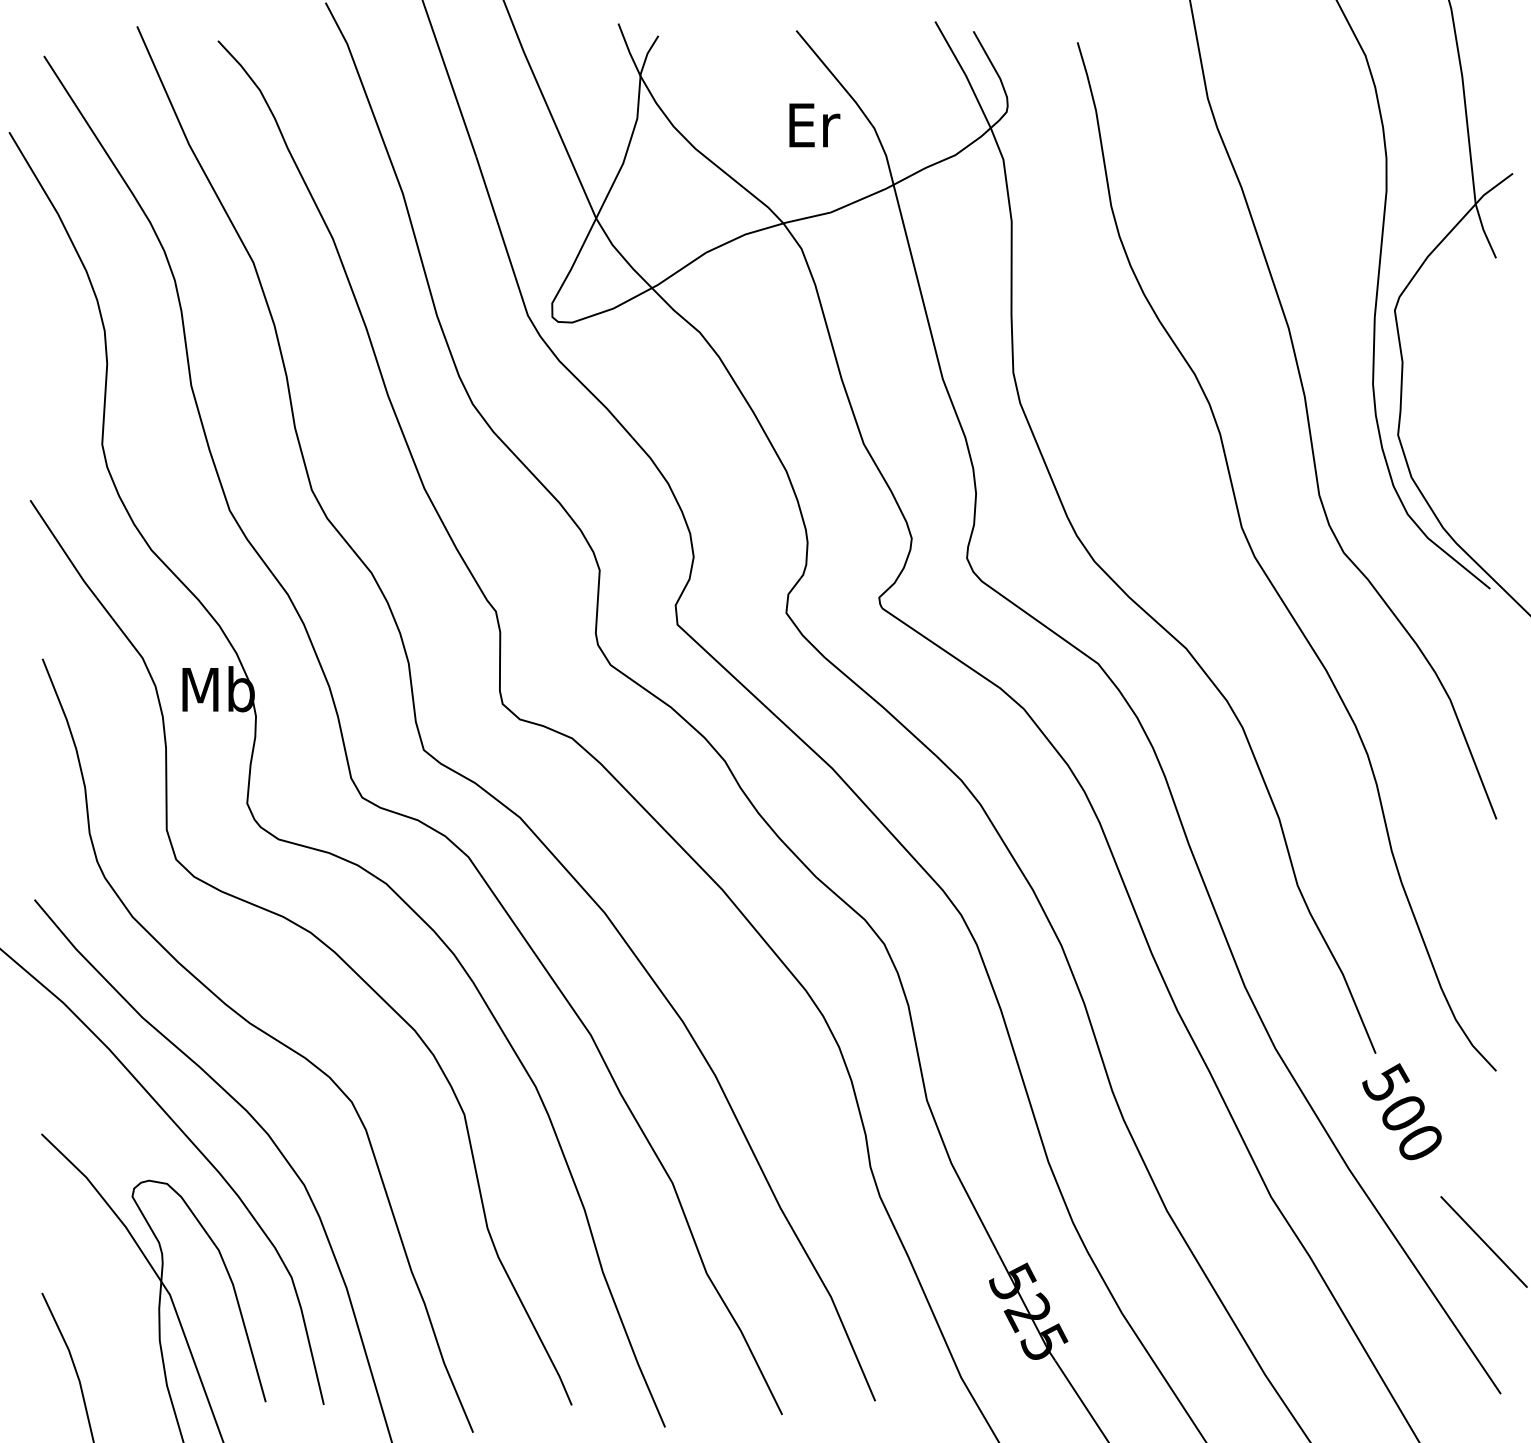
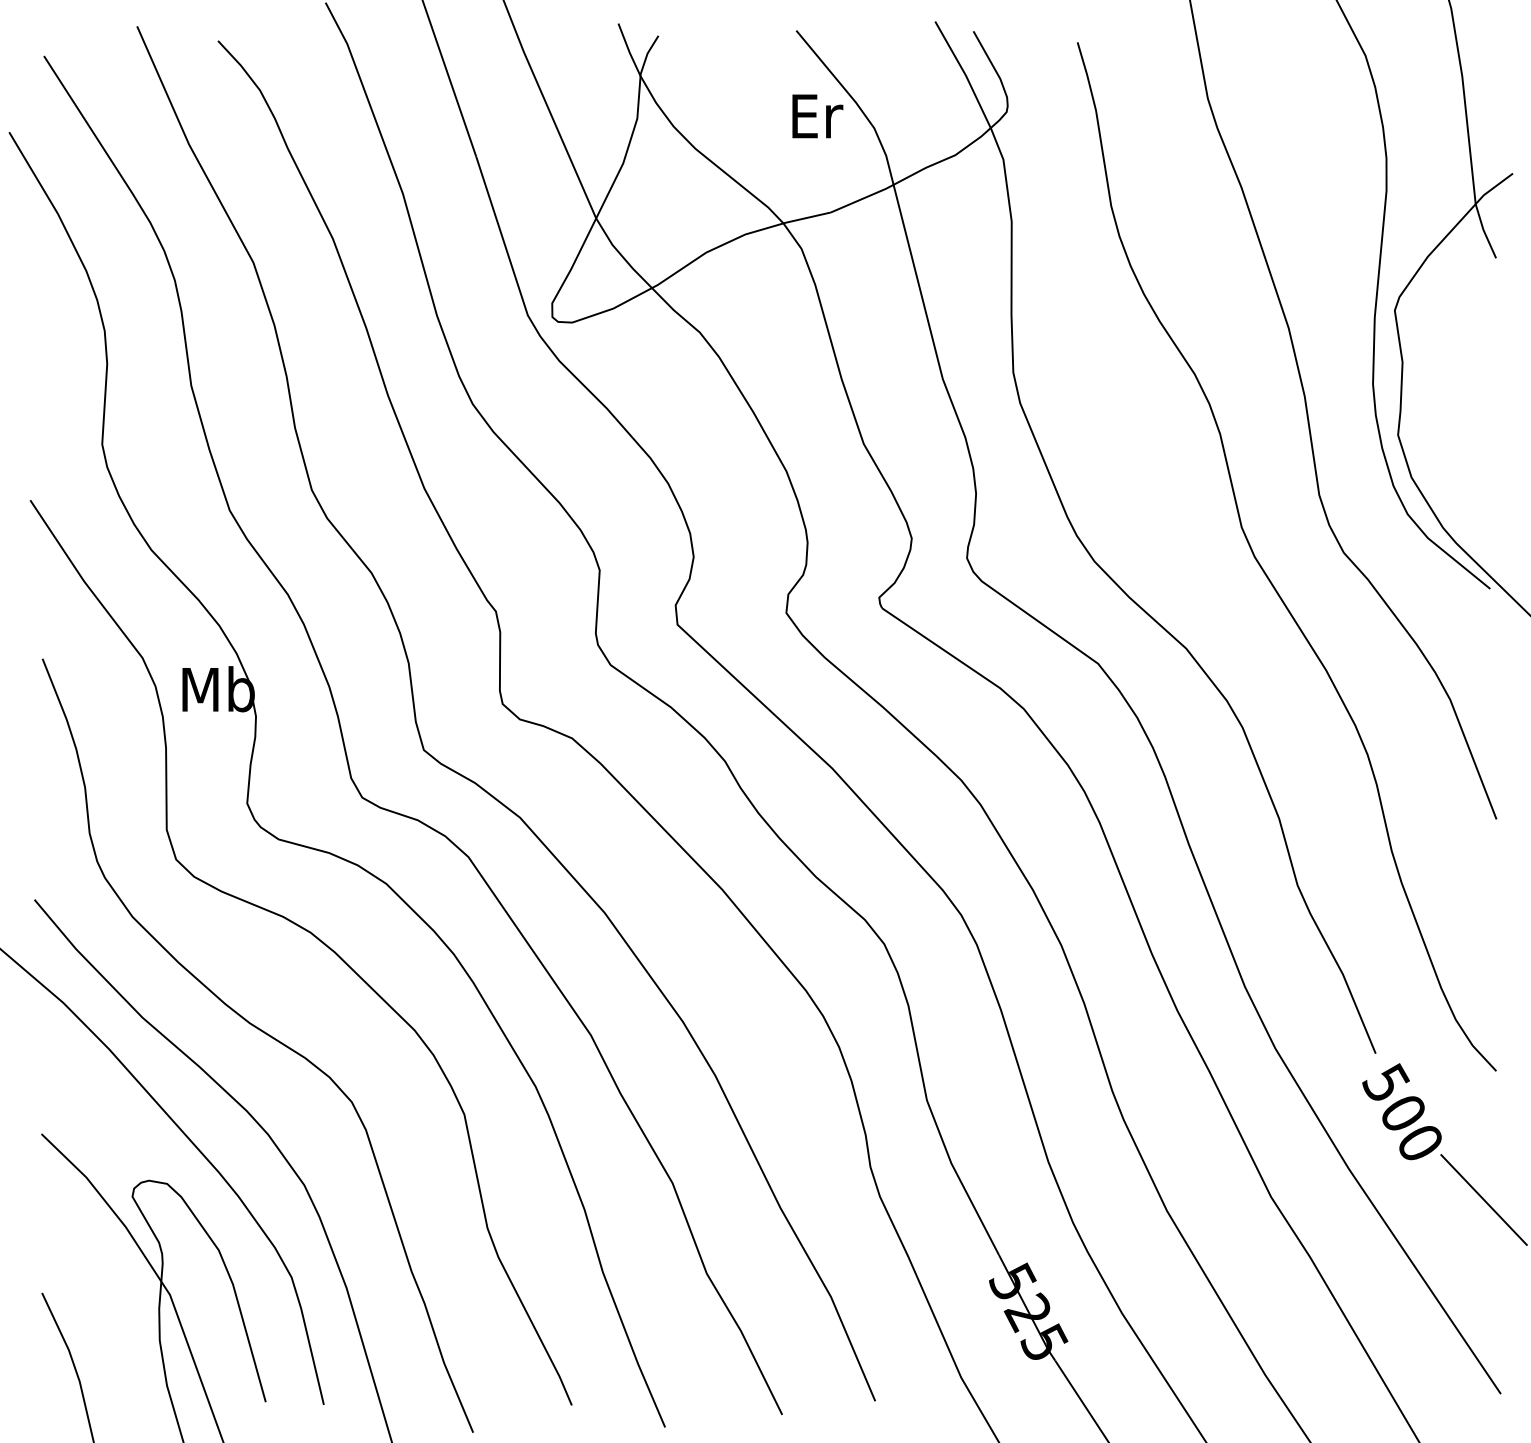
text at (814, 125) position: (814, 125) -> (817, 116)
line at (1483, 1241) position: (1483, 1241) -> (1483, 1199)
